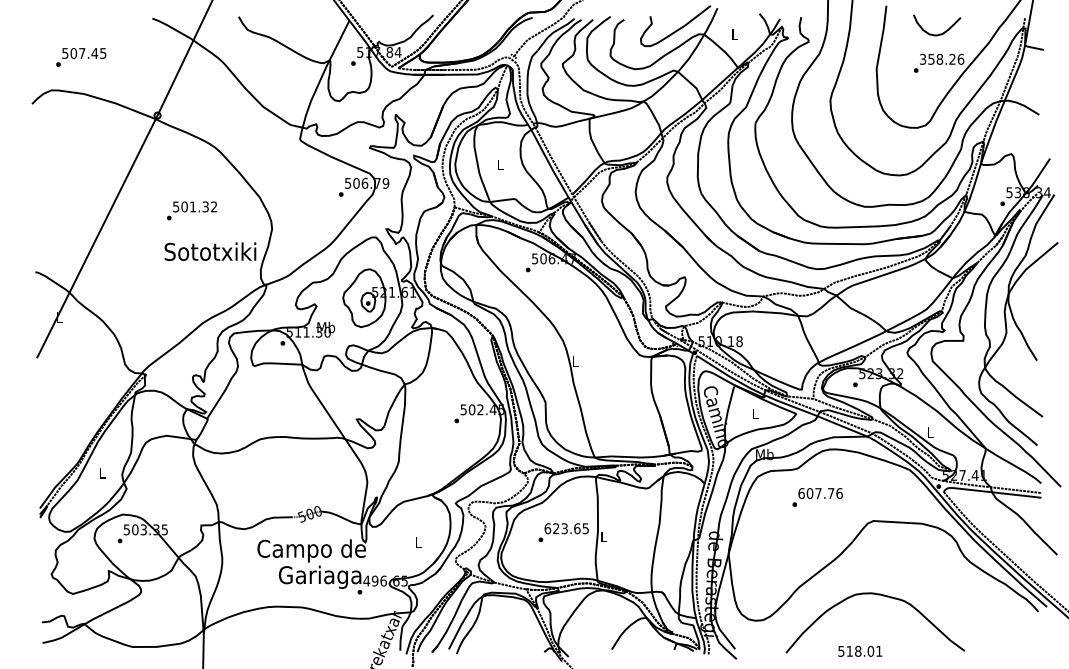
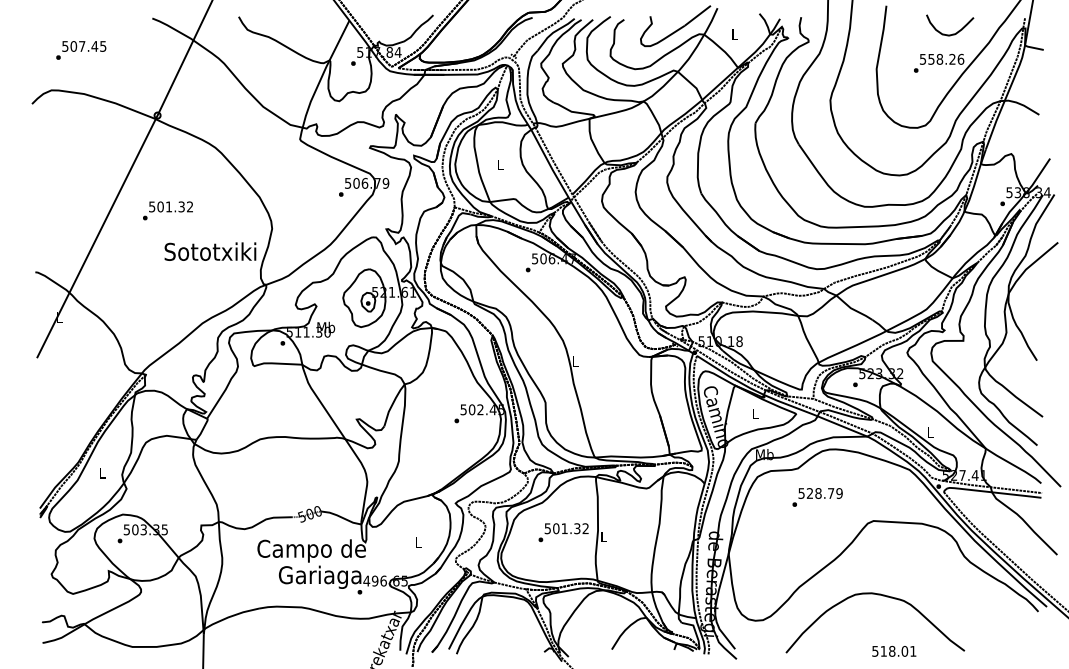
curve at (939, 33) position: (939, 33) -> (952, 33)
text at (81, 57) position: (81, 57) -> (81, 50)
text at (922, 58): 358.26 -> 558.26
text at (191, 210) position: (191, 210) -> (167, 210)
text at (820, 493): 607.76 -> 528.79
text at (566, 528): 623.65 -> 501.32
text at (860, 650) position: (860, 650) -> (894, 650)
